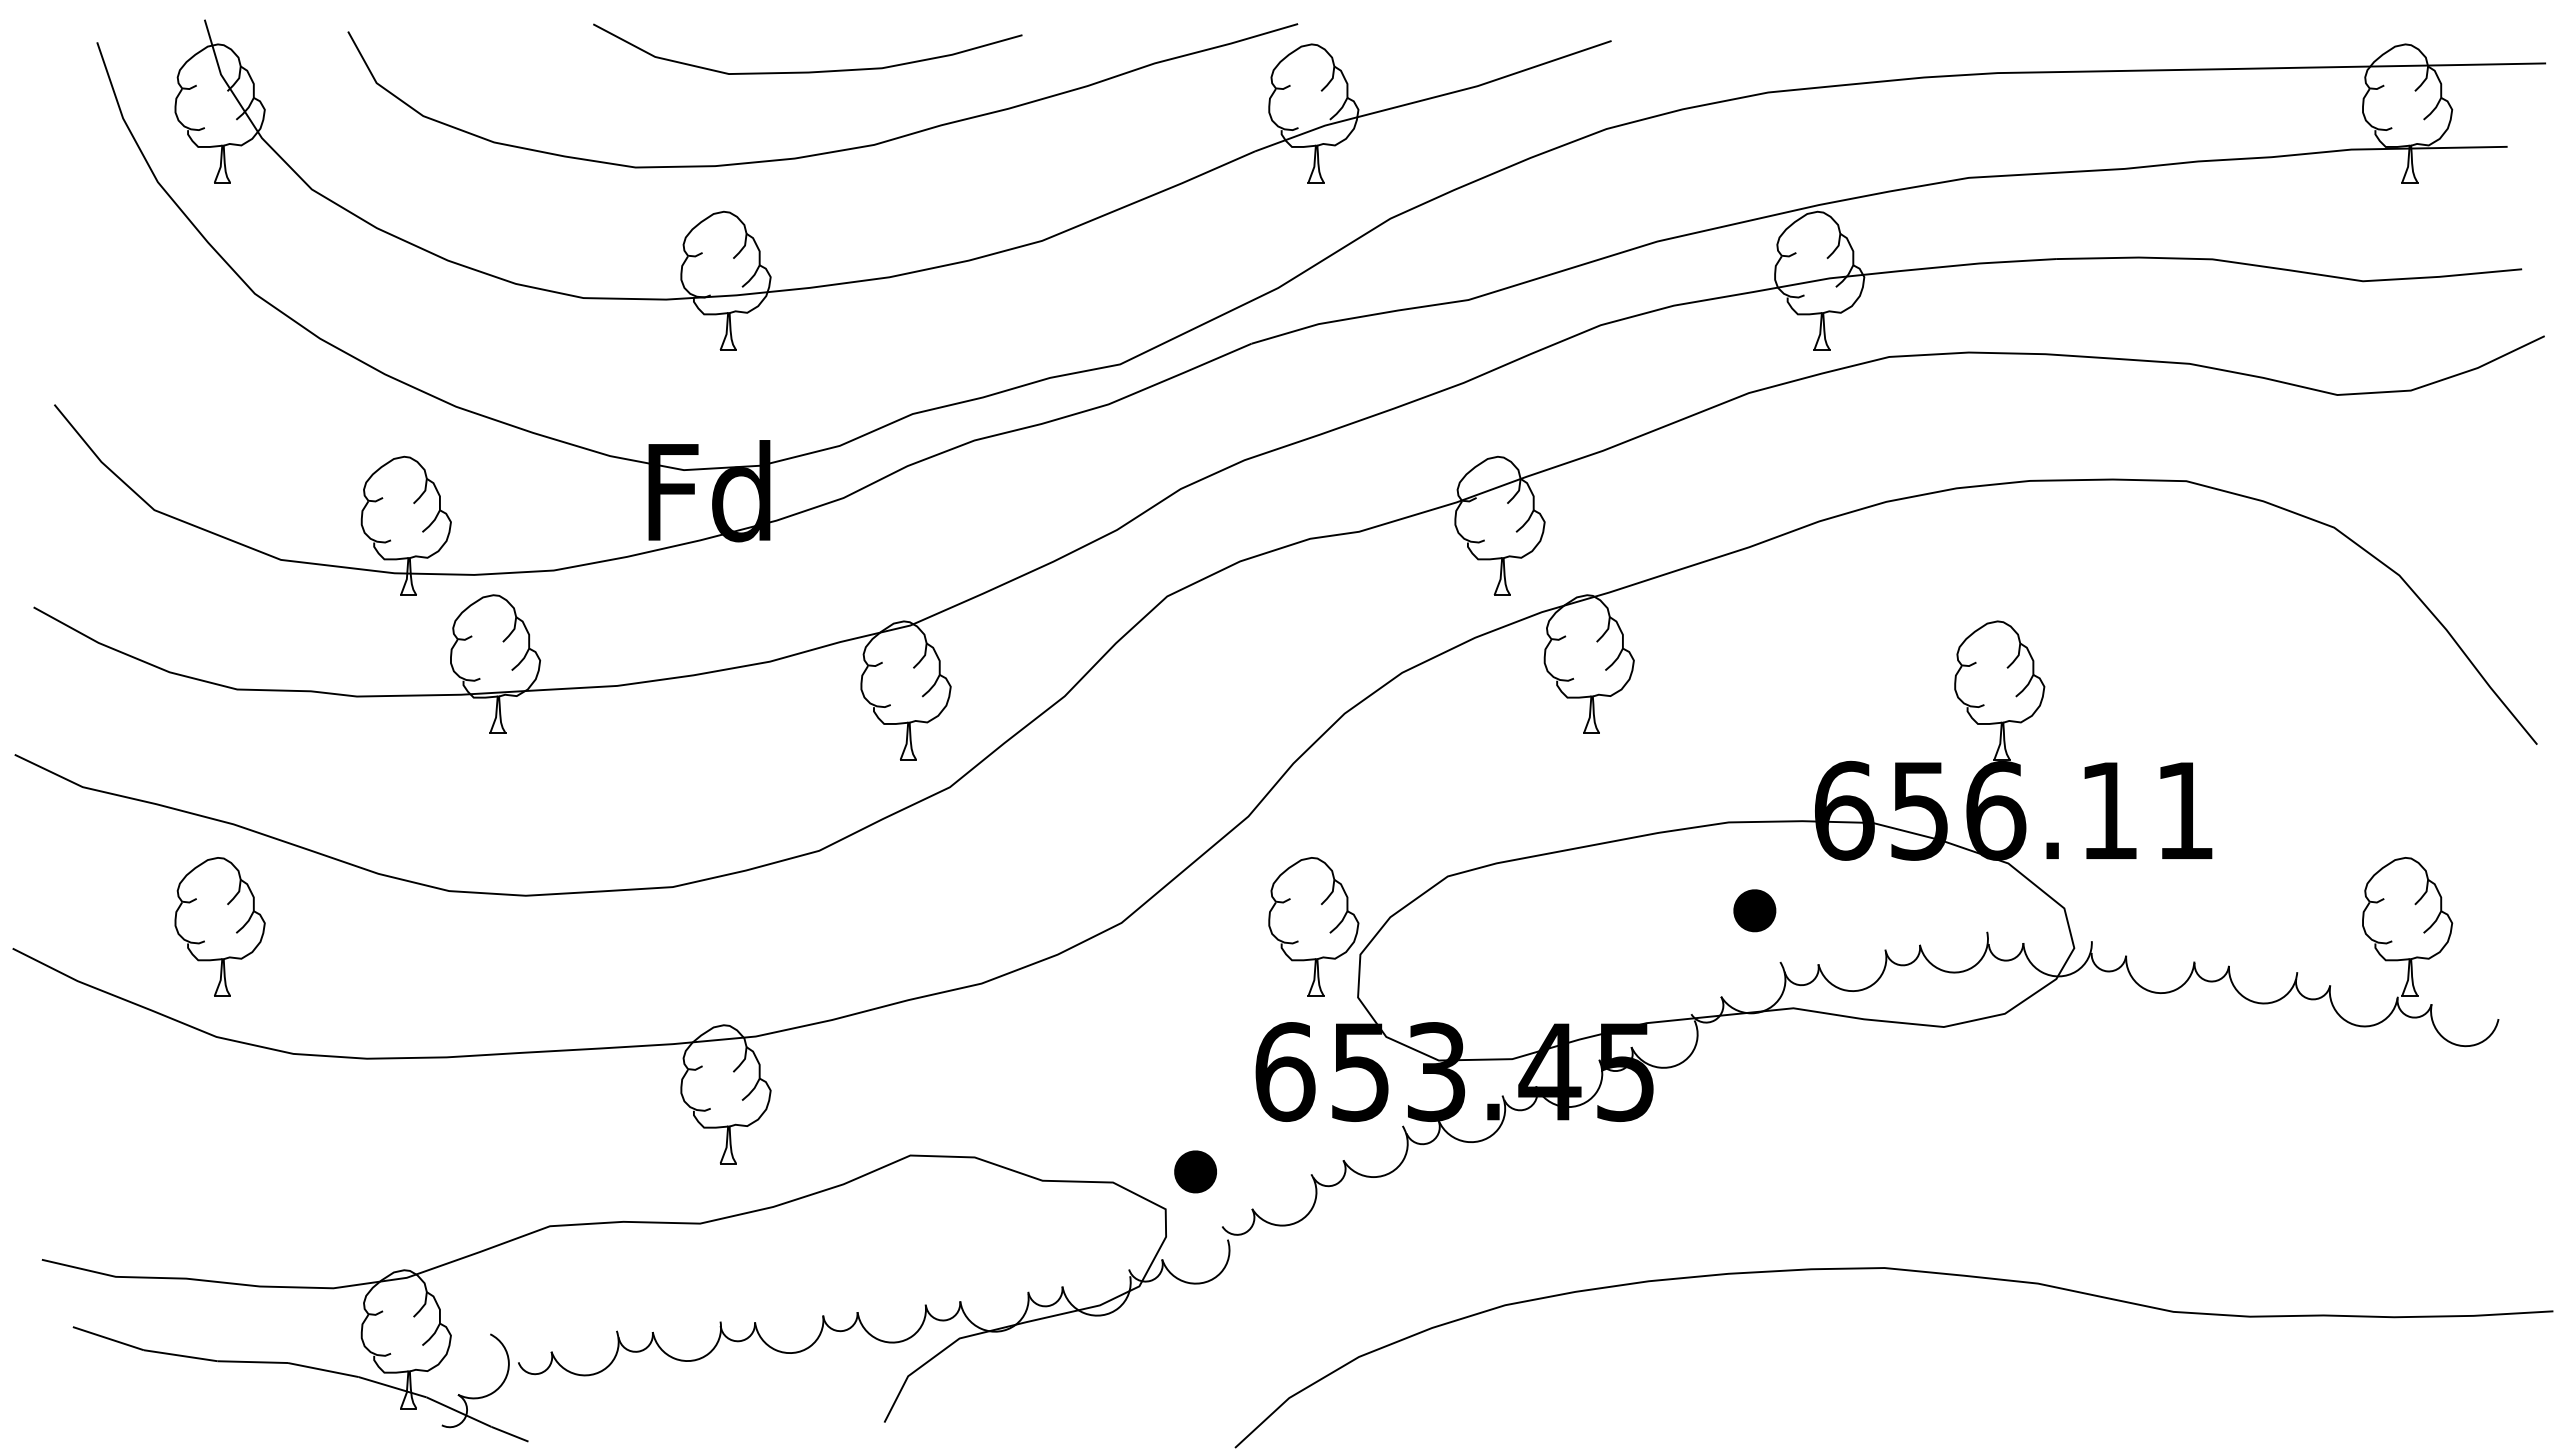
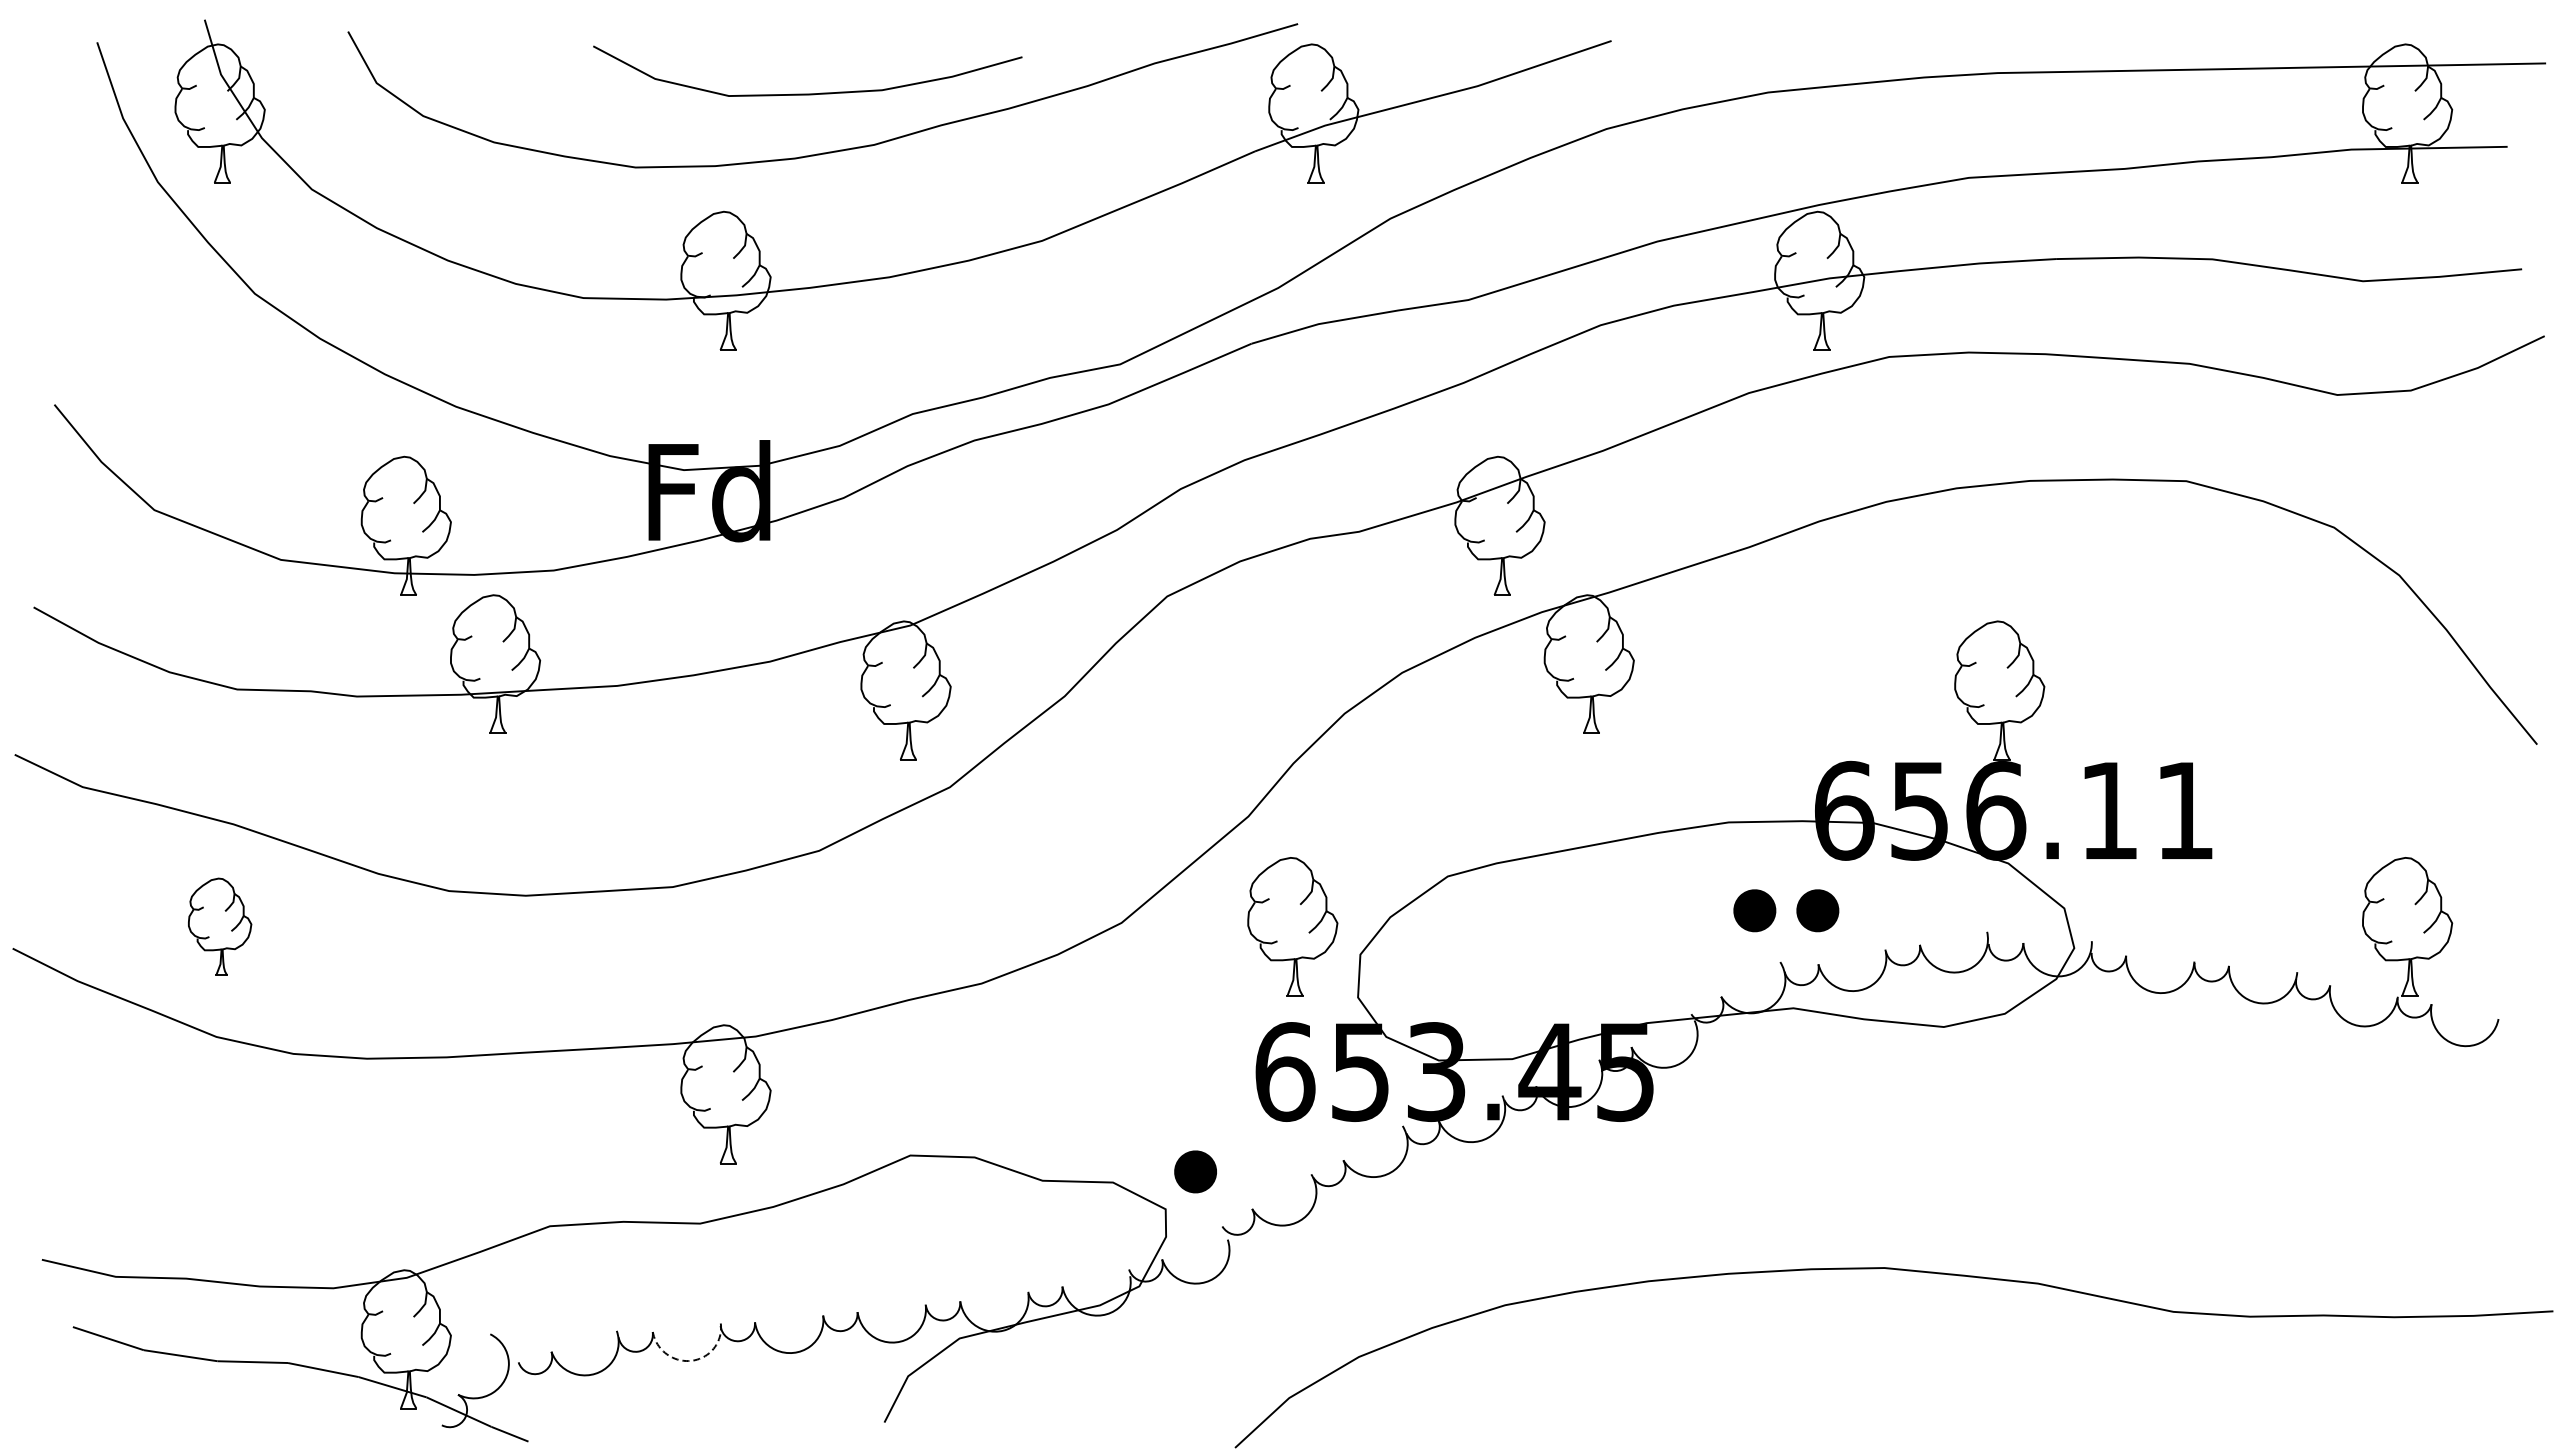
curve at (807, 71) position: (807, 71) -> (807, 93)
part at (1817, 910): none -> present
part at (219, 926) size: 92x140 px -> 65x99 px
part at (1313, 926) position: (1313, 926) -> (1292, 926)
arc at (692, 1360): solid -> dashed
